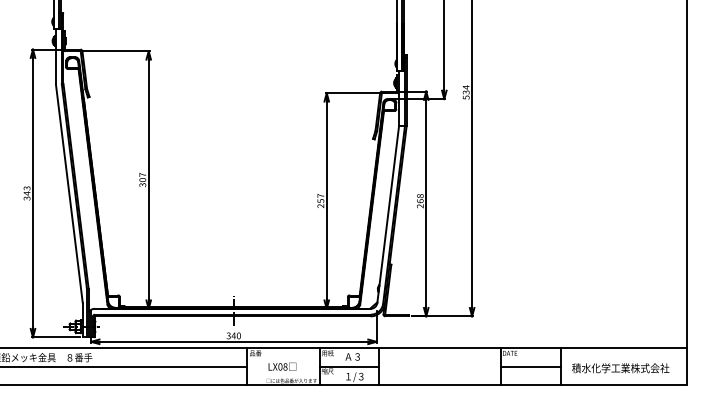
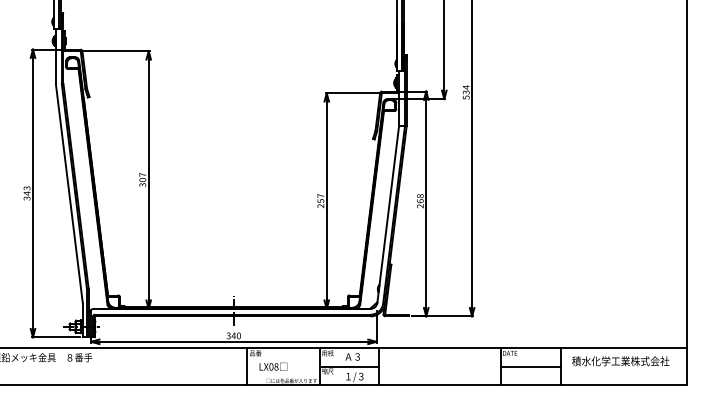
text at (282, 366) position: (282, 366) -> (273, 366)
line at (124, 367): present -> none
text at (620, 368) position: (620, 368) -> (620, 361)
